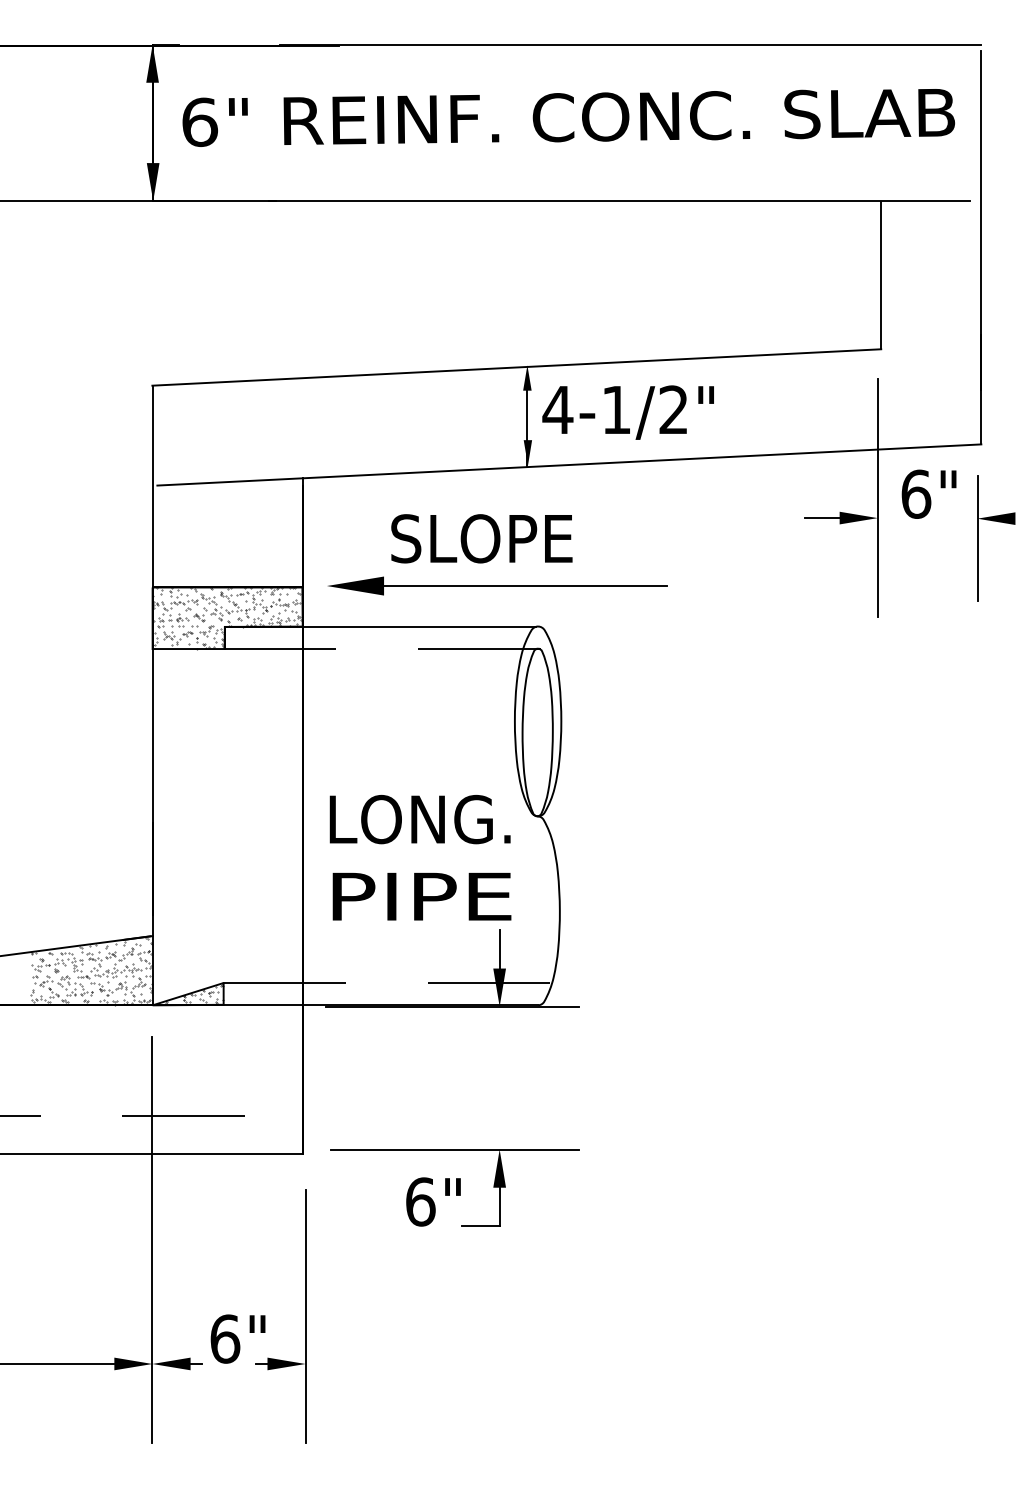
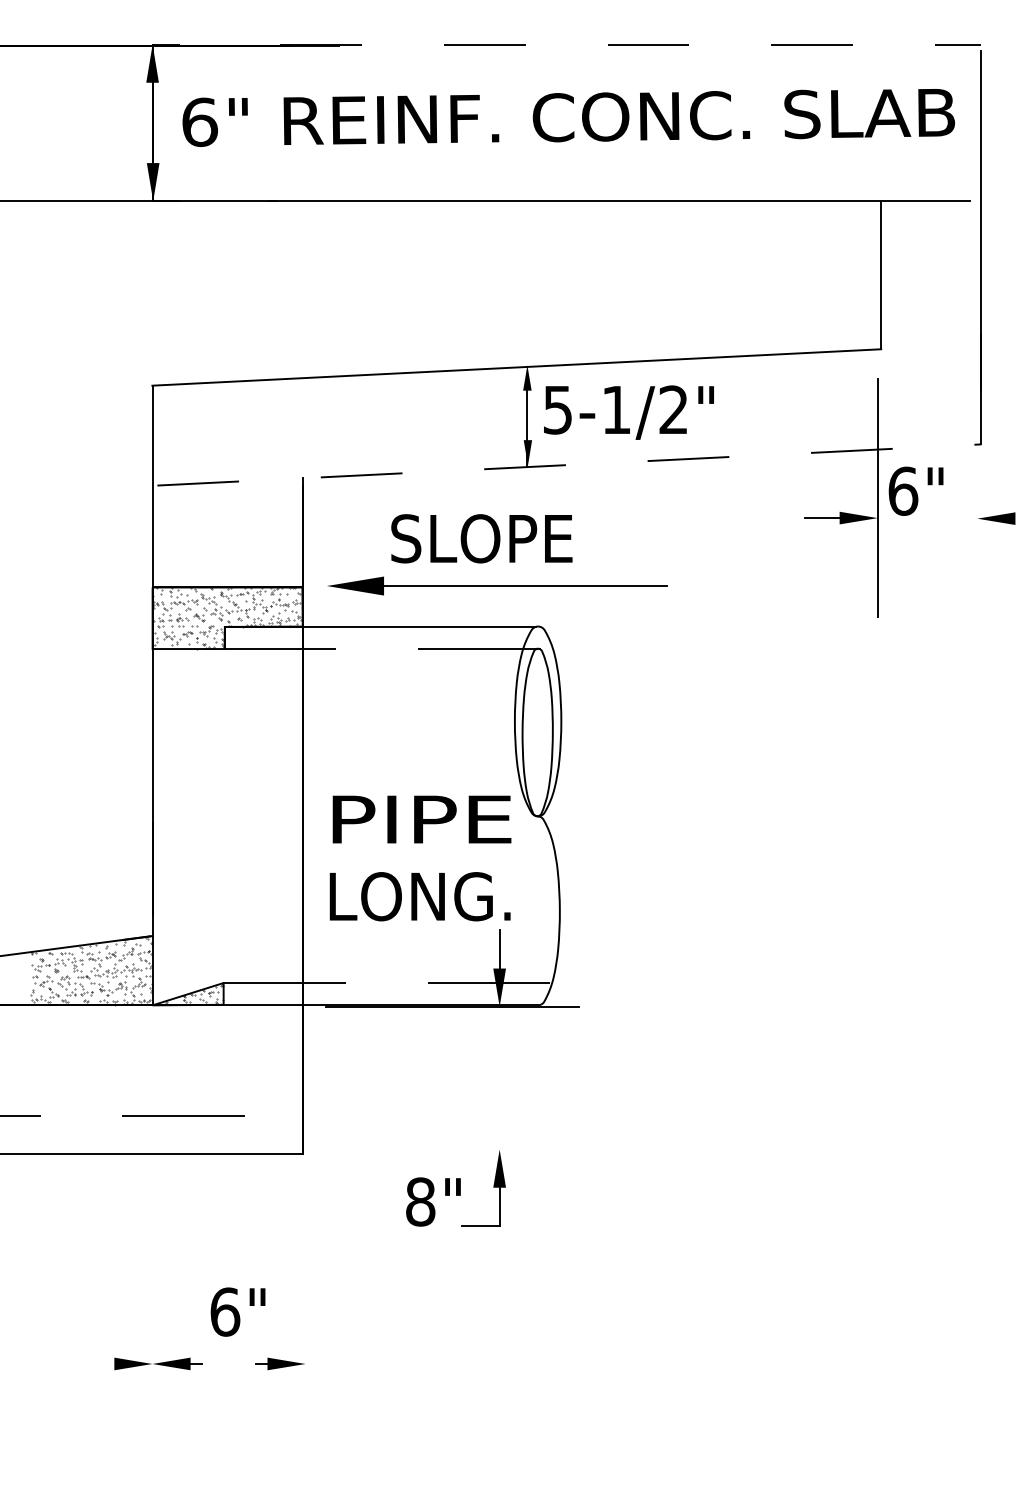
line at (631, 45): solid -> dashed
text at (557, 410): 4-1/2" -> 5-1/2"
line at (569, 464): solid -> dashed
text at (928, 493) position: (928, 493) -> (915, 490)
line at (977, 538): present -> none
text at (420, 819): LONG. -> PIPE
text at (420, 896): PIPE -> LONG.
line at (455, 1149): present -> none
text at (420, 1201): 6" -> 8"
line at (152, 1240): present -> none
line at (305, 1316): present -> none
text at (237, 1338) position: (237, 1338) -> (237, 1311)
line at (58, 1364): present -> none
